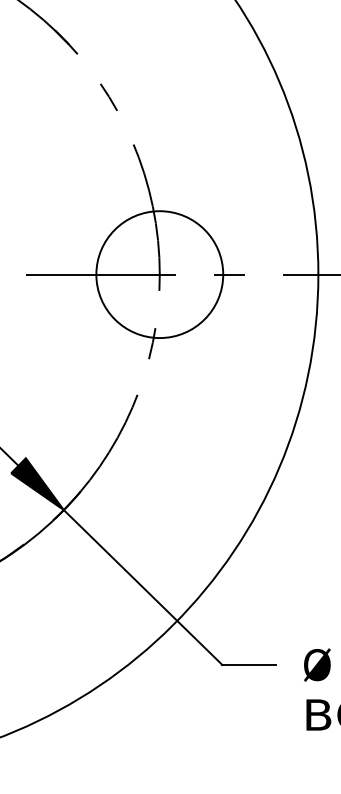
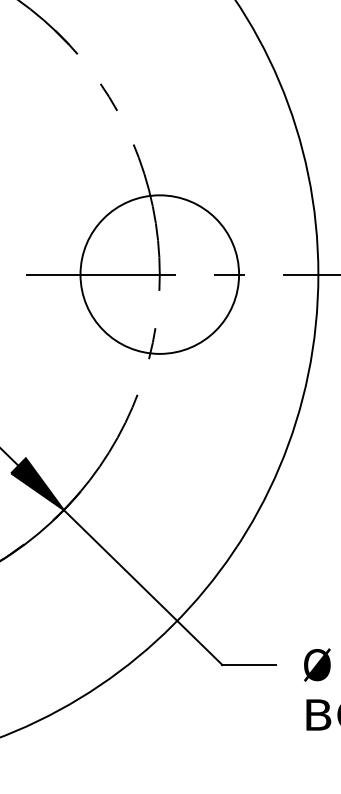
circle at (159, 274) diameter: 127 px -> 159 px
